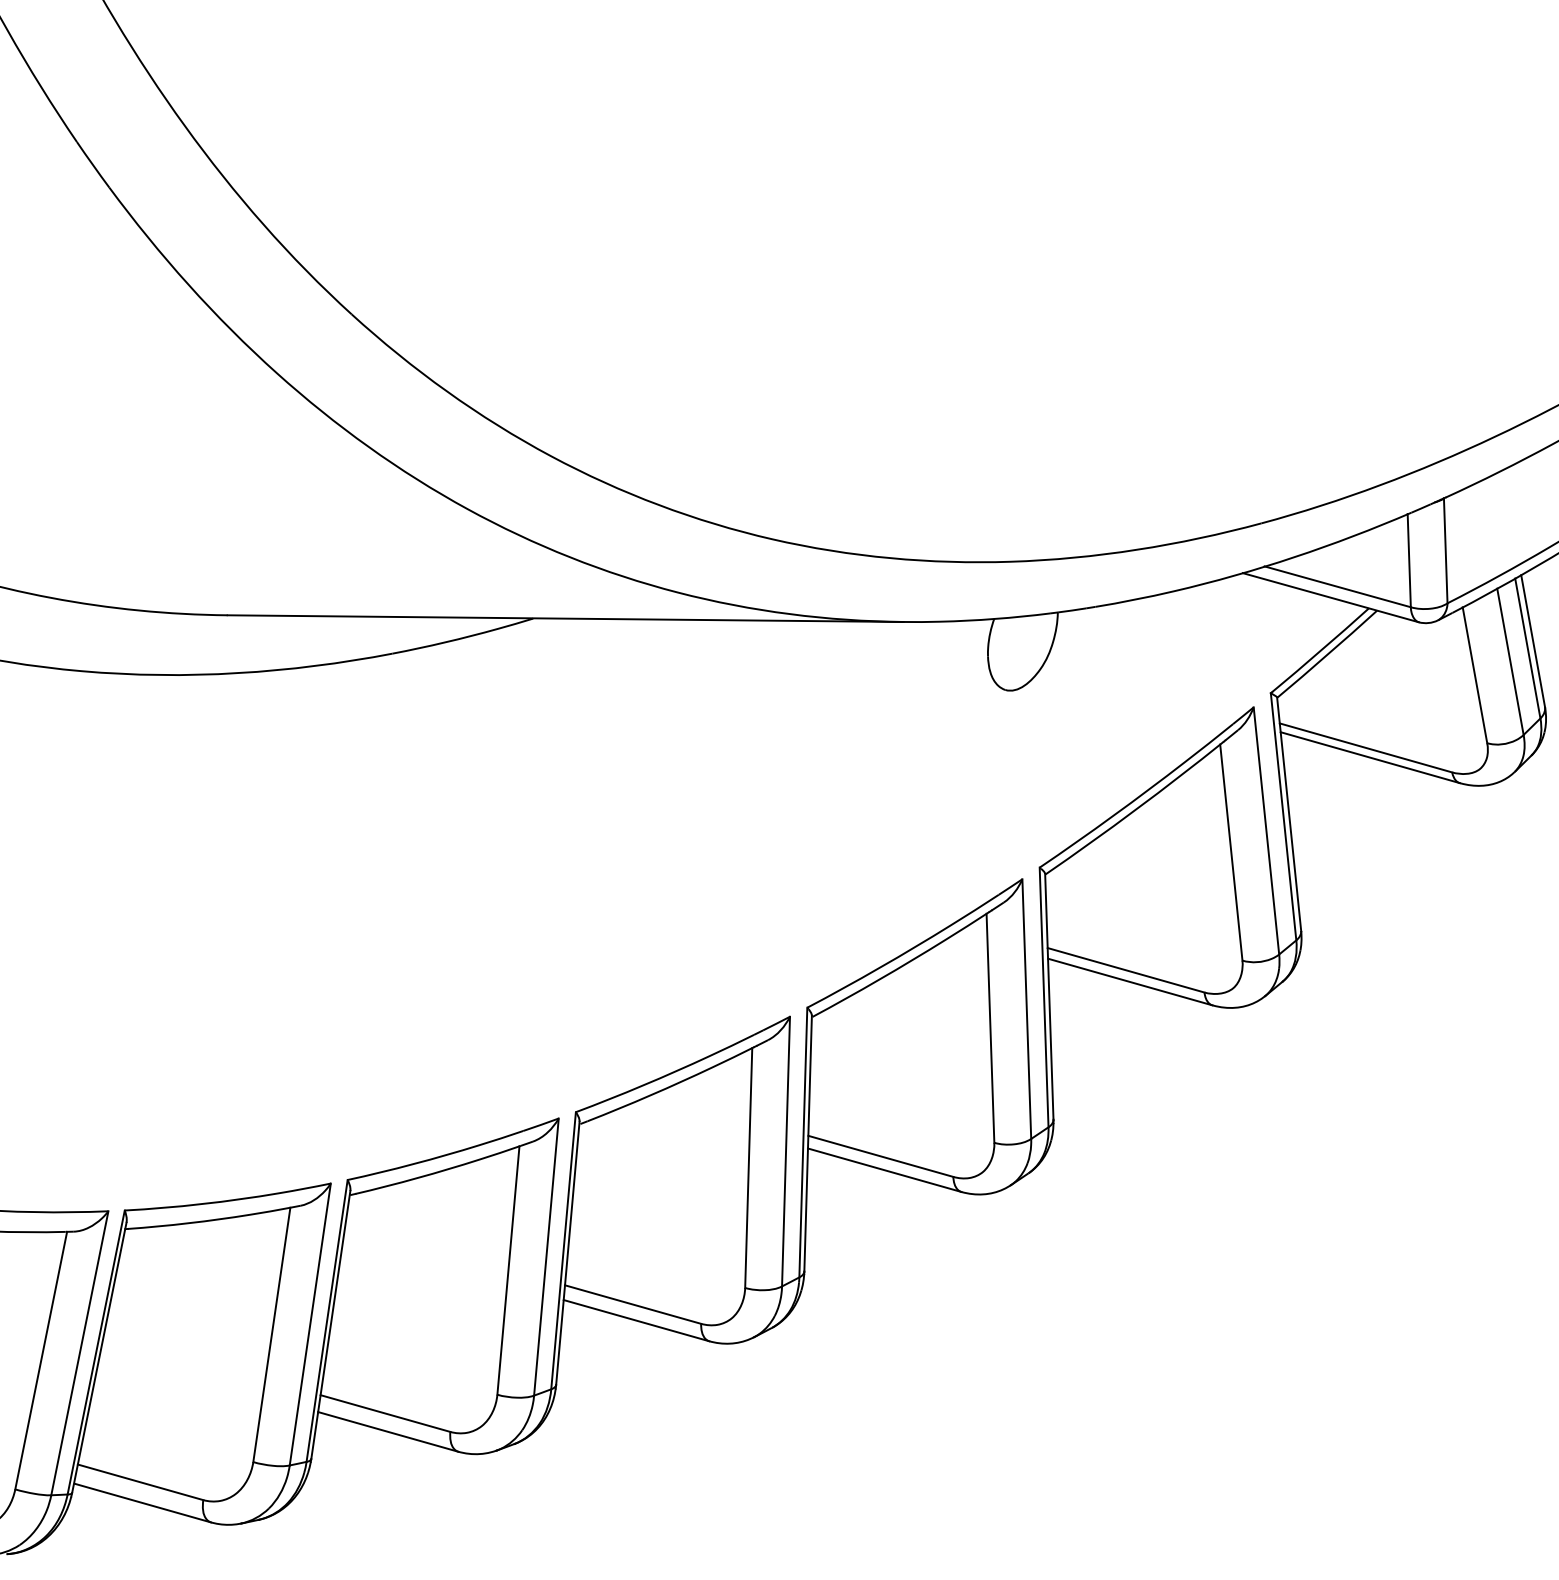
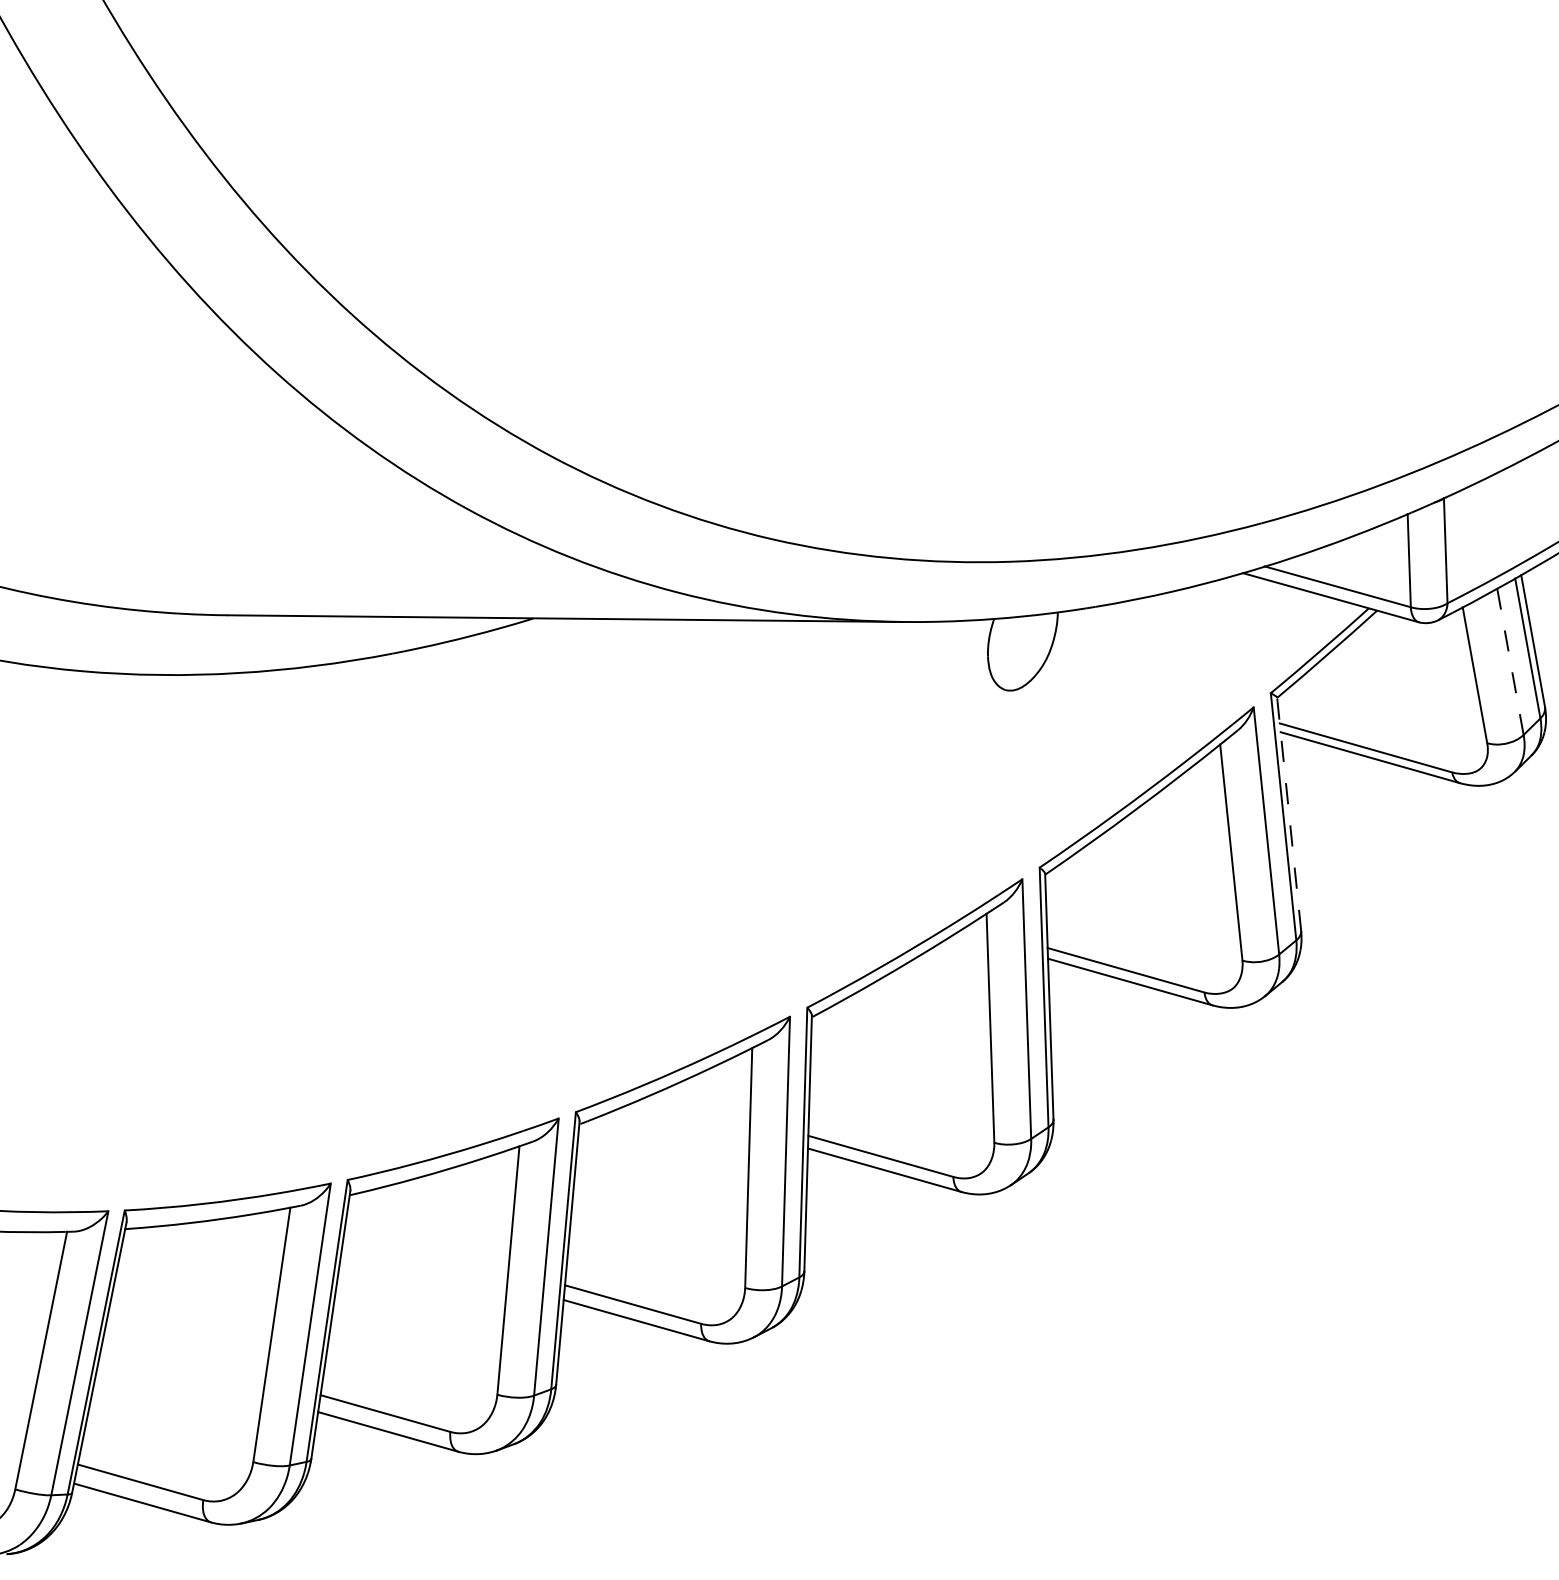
line at (1510, 662): solid -> dashed
line at (1289, 813): solid -> dashed
